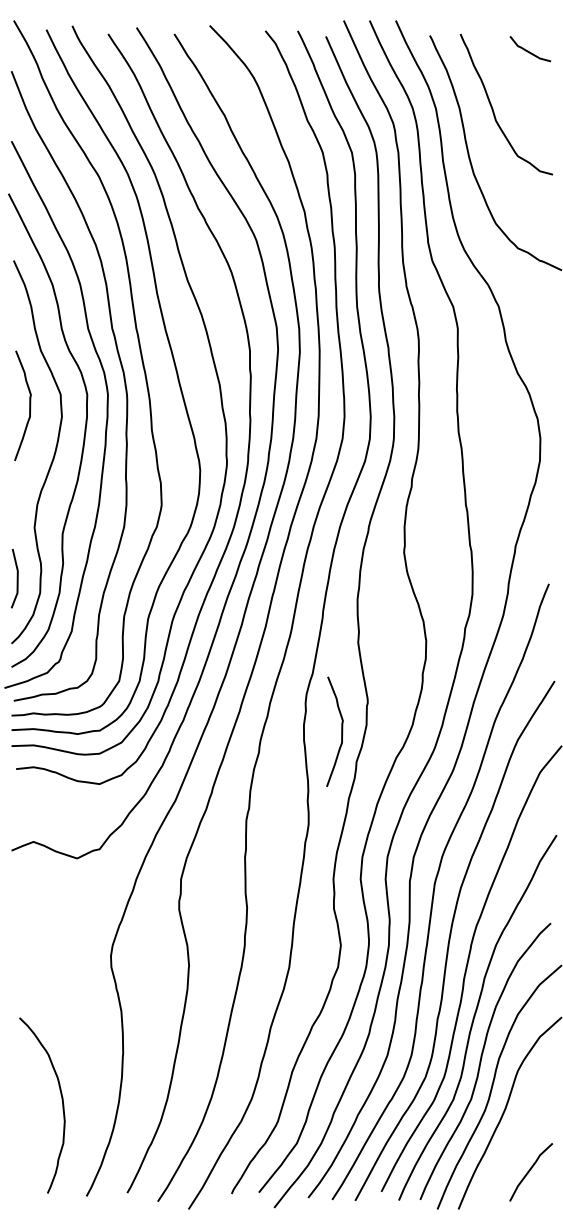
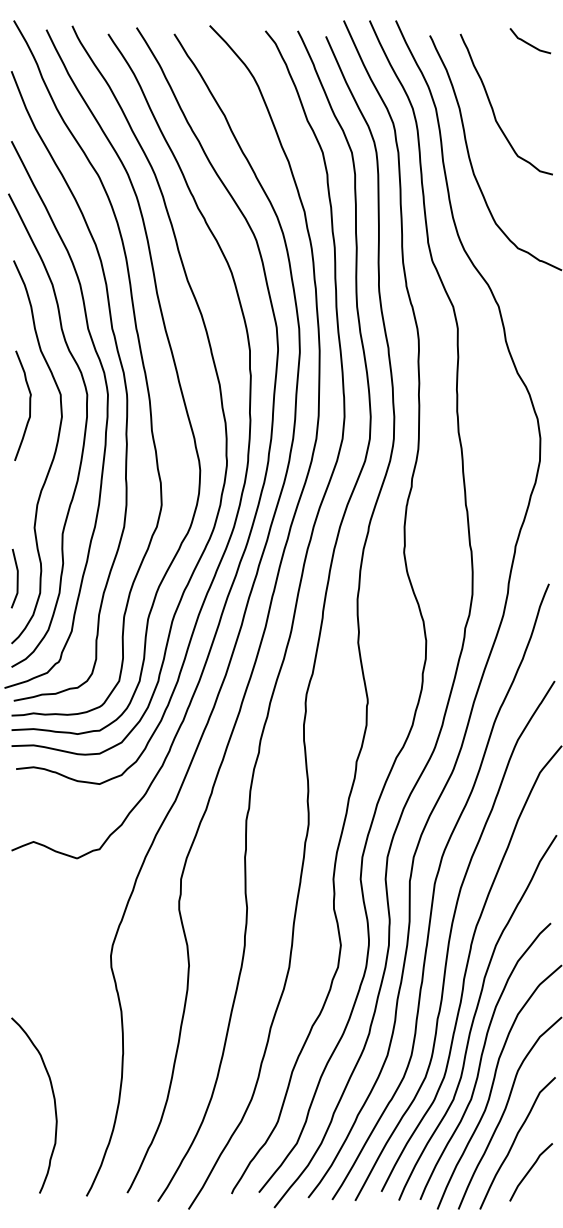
curve at (528, 50) position: (528, 50) -> (528, 42)
curve at (341, 731): present -> none
curve at (61, 1100) position: (61, 1100) -> (53, 1100)
curve at (515, 1141): none -> present
